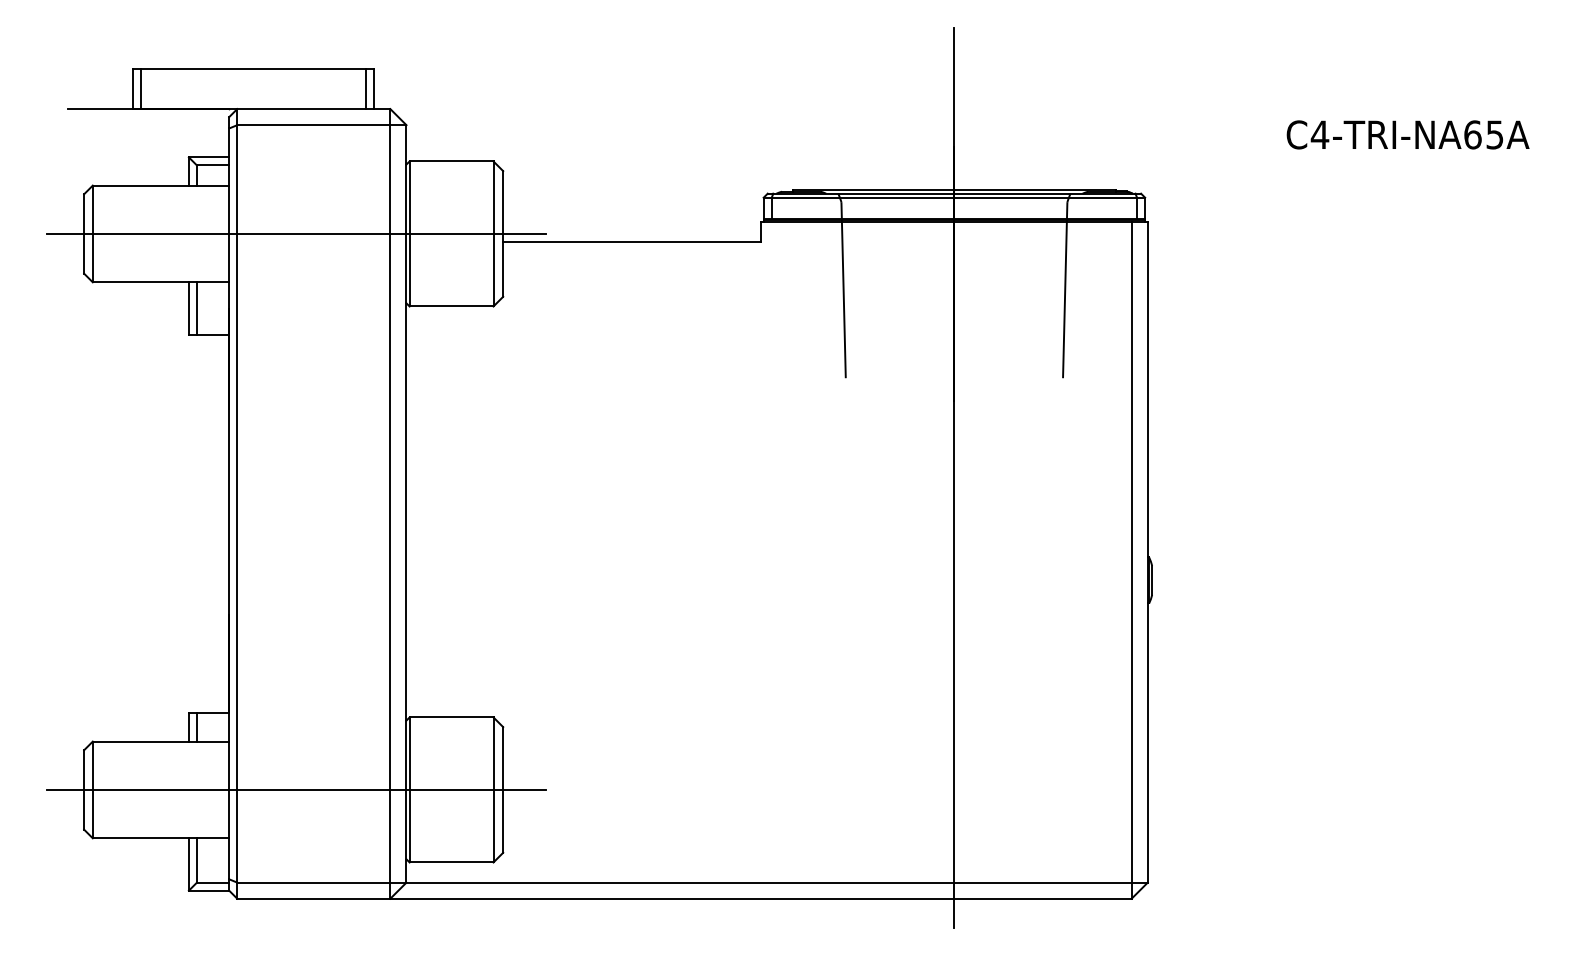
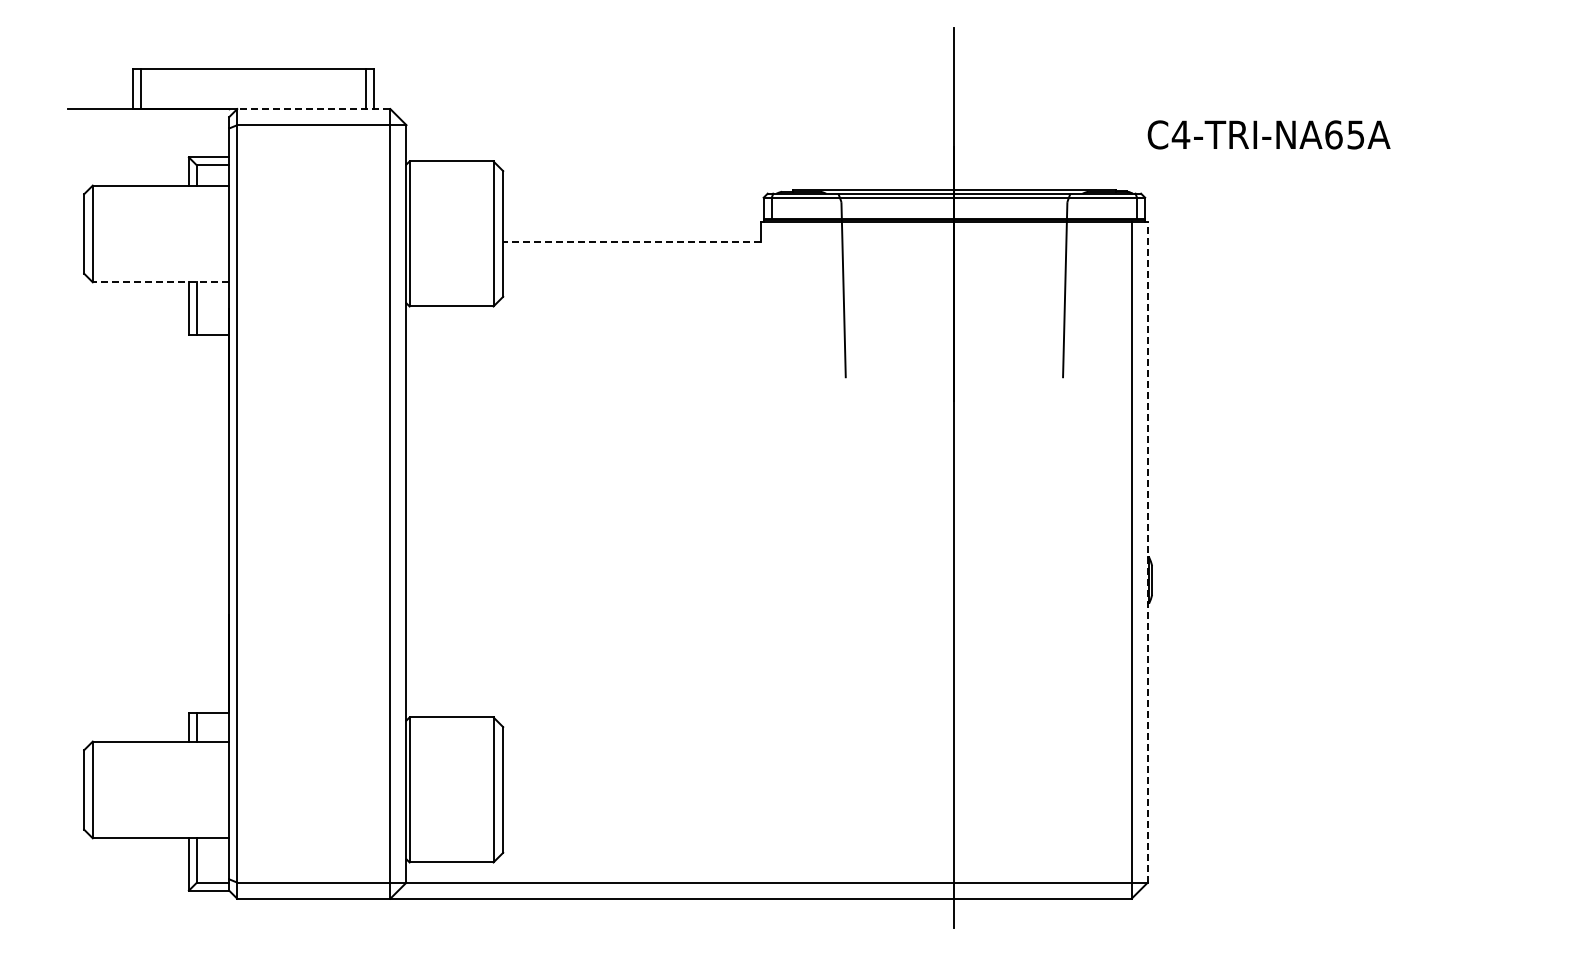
line at (313, 109): solid -> dashed
text at (1407, 134) position: (1407, 134) -> (1268, 134)
line at (296, 233): present -> none
line at (632, 242): solid -> dashed
line at (160, 282): solid -> dashed
line at (1147, 551): solid -> dashed
line at (296, 789): present -> none
